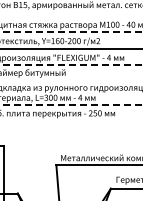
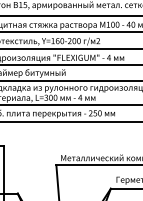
line at (70, 16): none -> present
line at (71, 32): dashed -> solid
line at (71, 64): dashed -> solid
line at (70, 81): none -> present
line at (71, 105): dashed -> solid
line at (70, 121): none -> present
